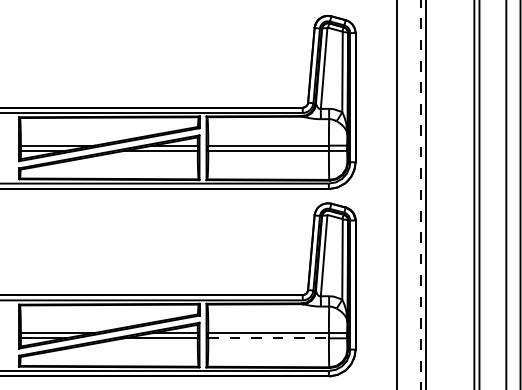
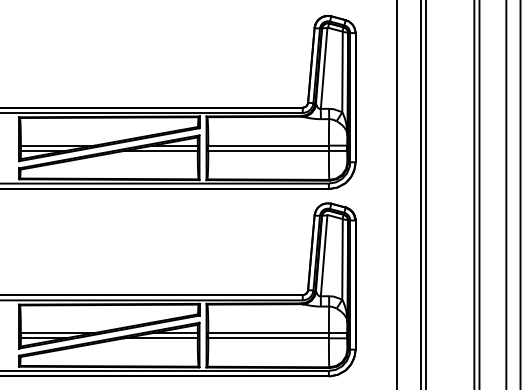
line at (421, 194): dashed -> solid
line at (269, 338): dashed -> solid
